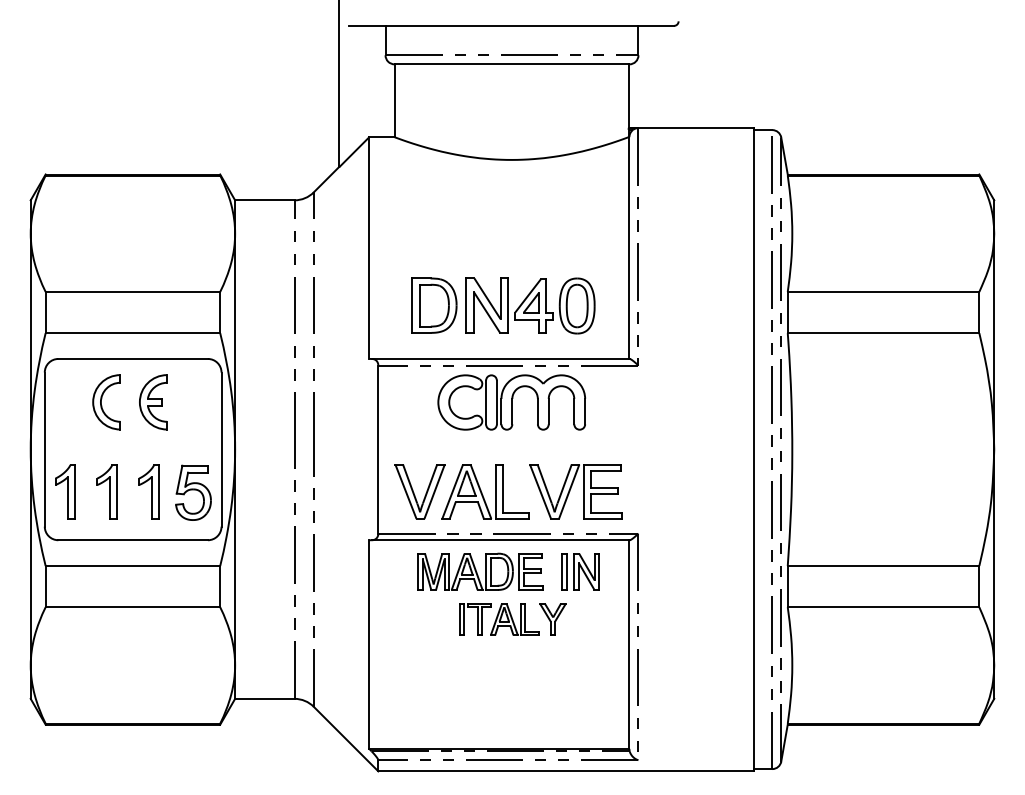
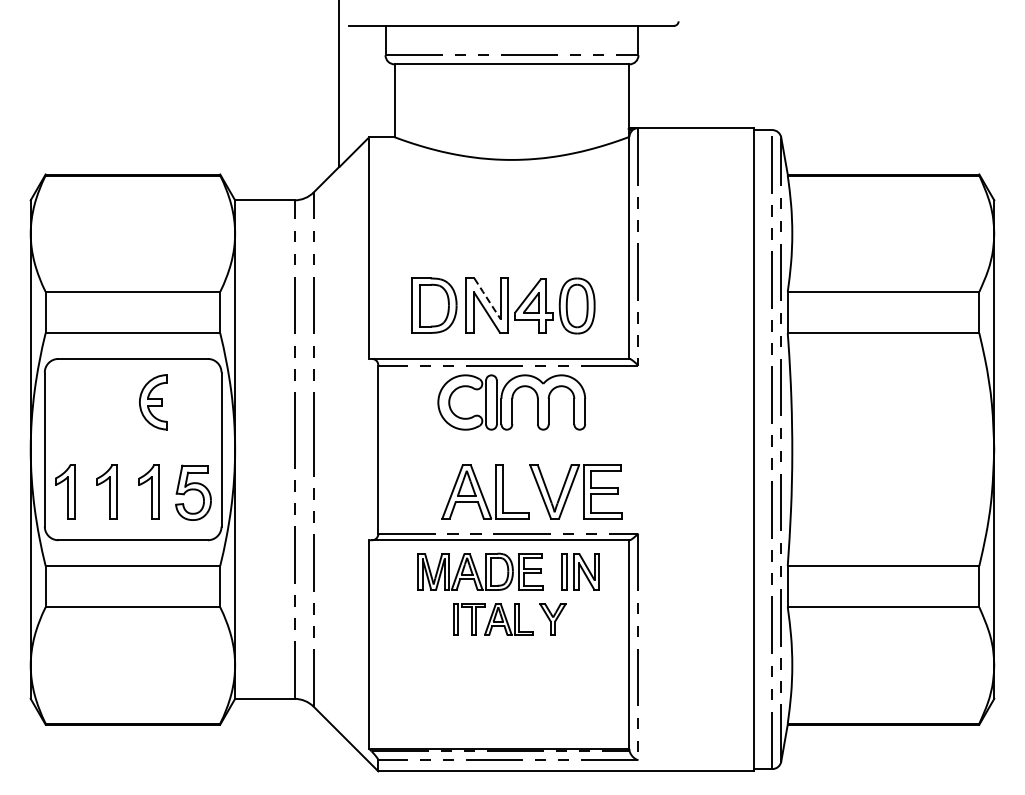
line at (487, 298): solid -> dashed
part at (106, 402): present -> none
part at (419, 491): present -> none
part at (499, 619) position: (499, 619) -> (493, 619)
